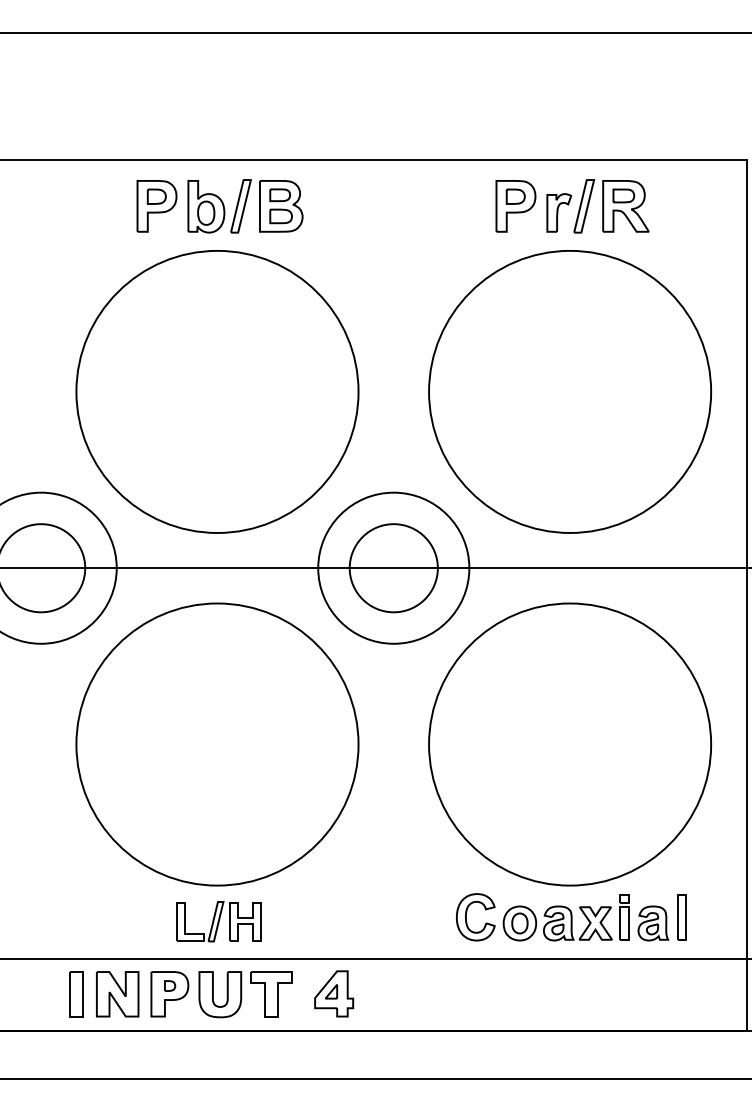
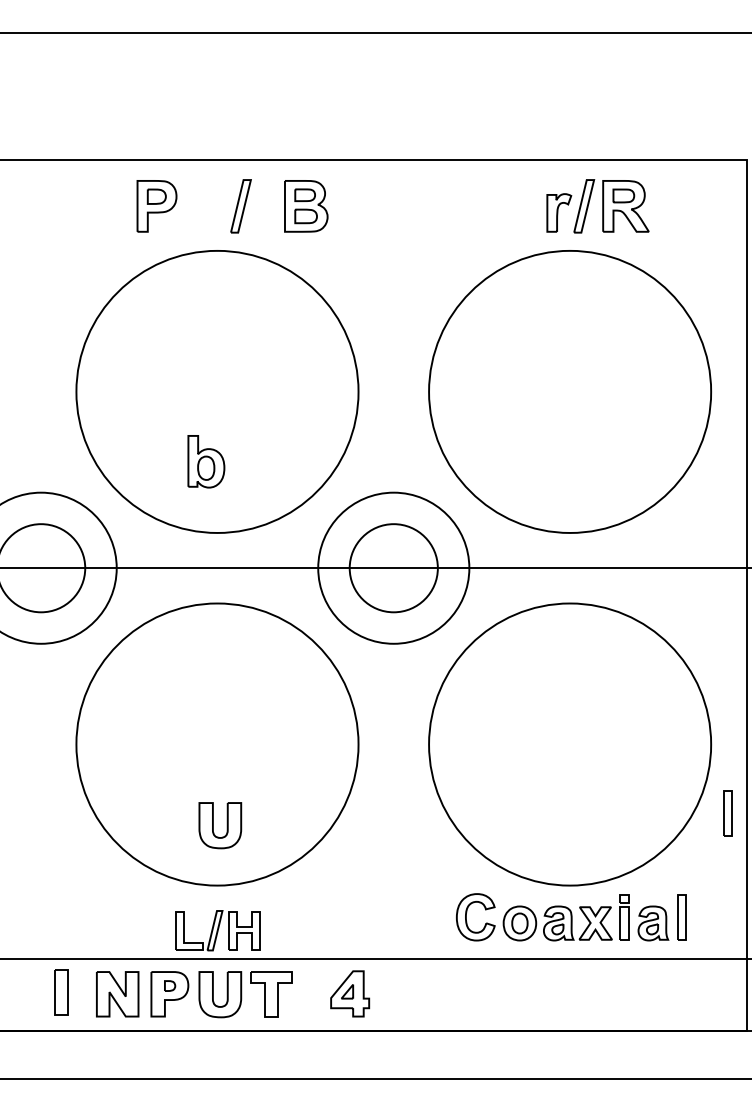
part at (206, 206) position: (206, 206) -> (206, 461)
part at (281, 206) position: (281, 206) -> (306, 206)
part at (515, 206): present -> none
part at (727, 813): none -> present
part at (220, 825): none -> present
part at (218, 921) position: (218, 921) -> (217, 930)
part at (334, 993) position: (334, 993) -> (350, 993)
part at (76, 994) position: (76, 994) -> (61, 992)
